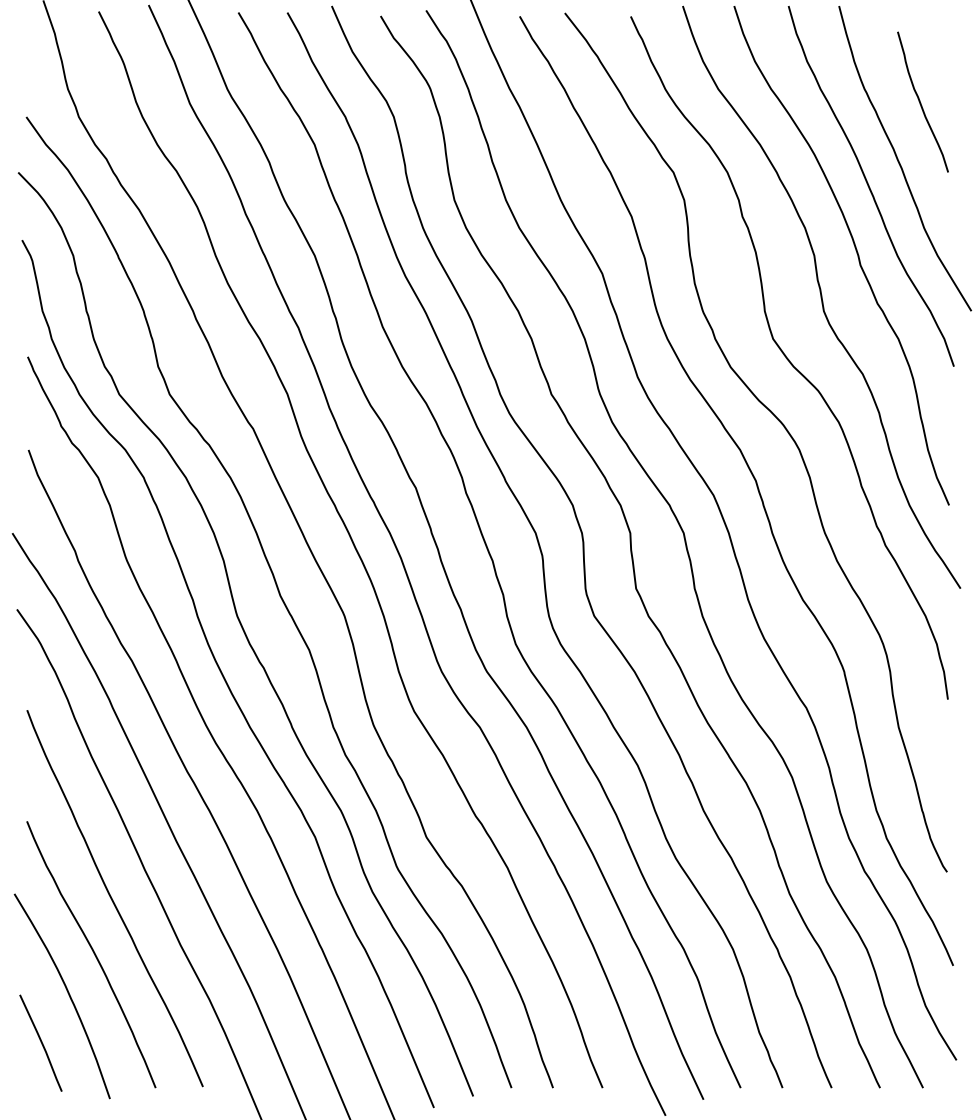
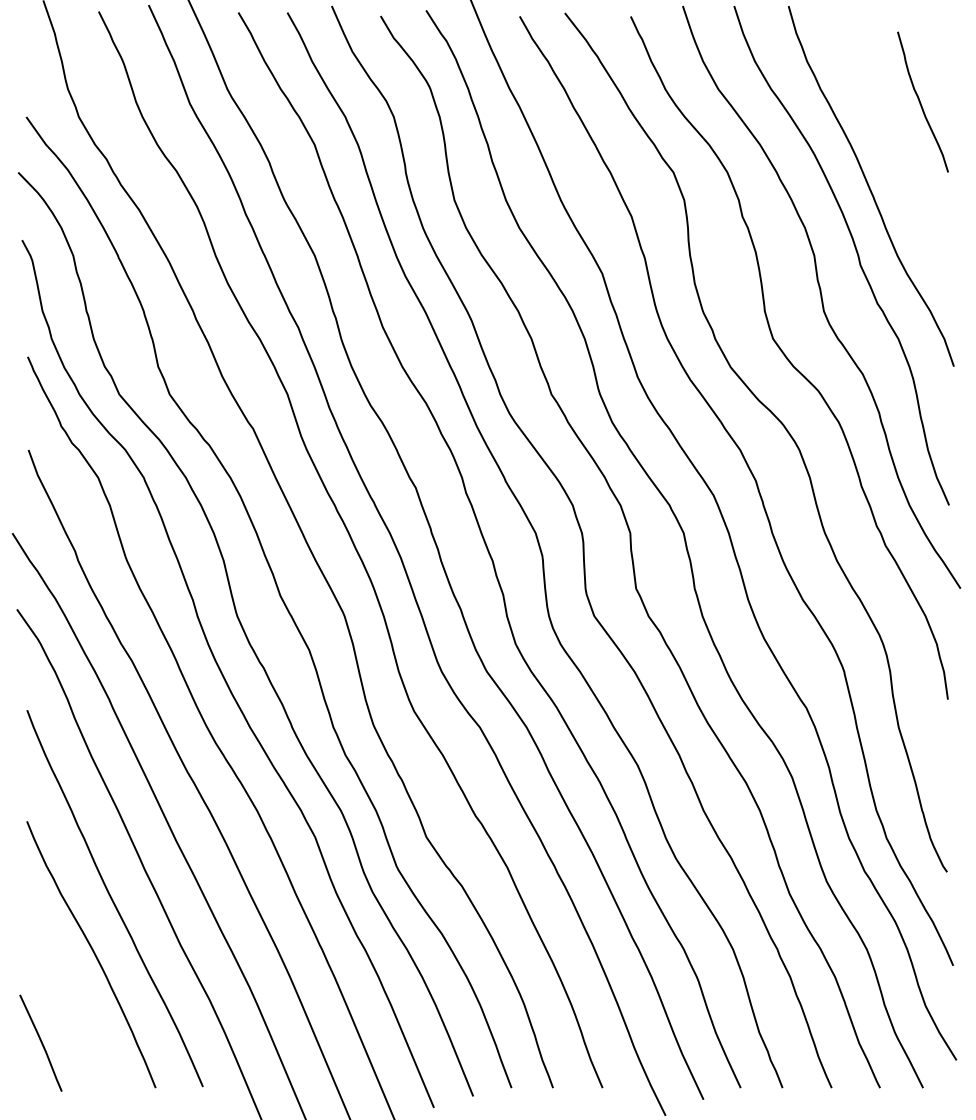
curve at (899, 160): present -> none
curve at (67, 993): present -> none
